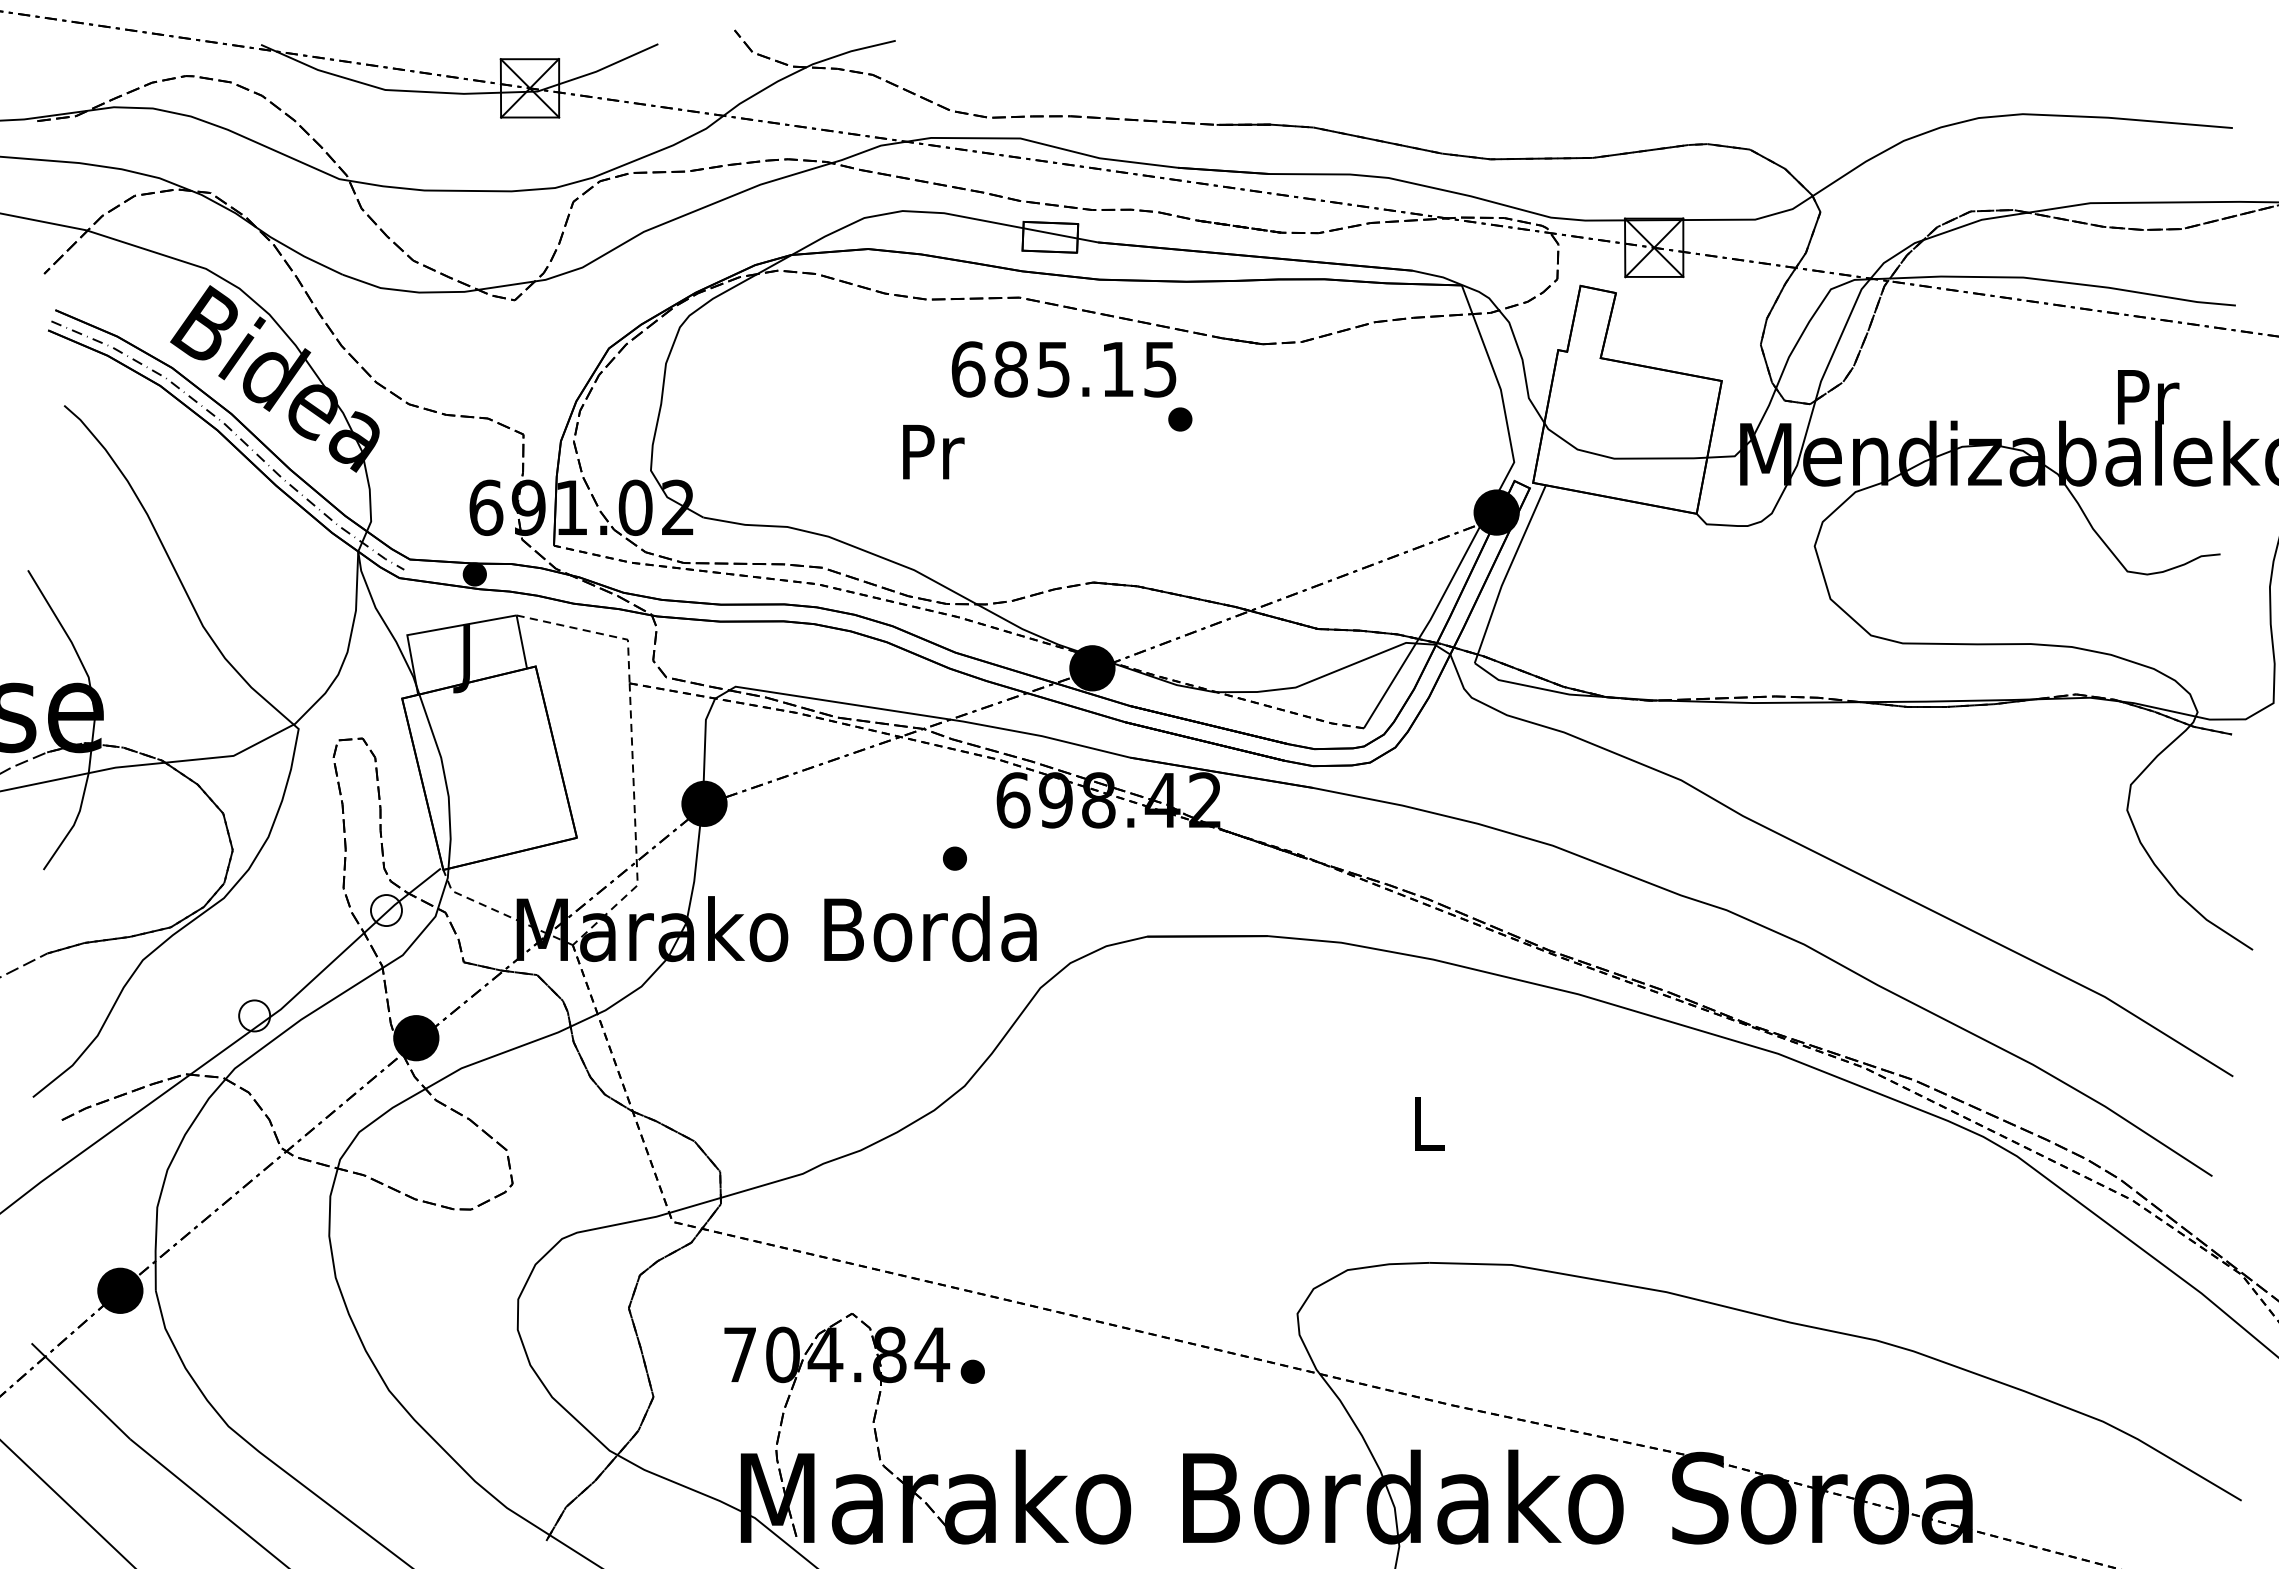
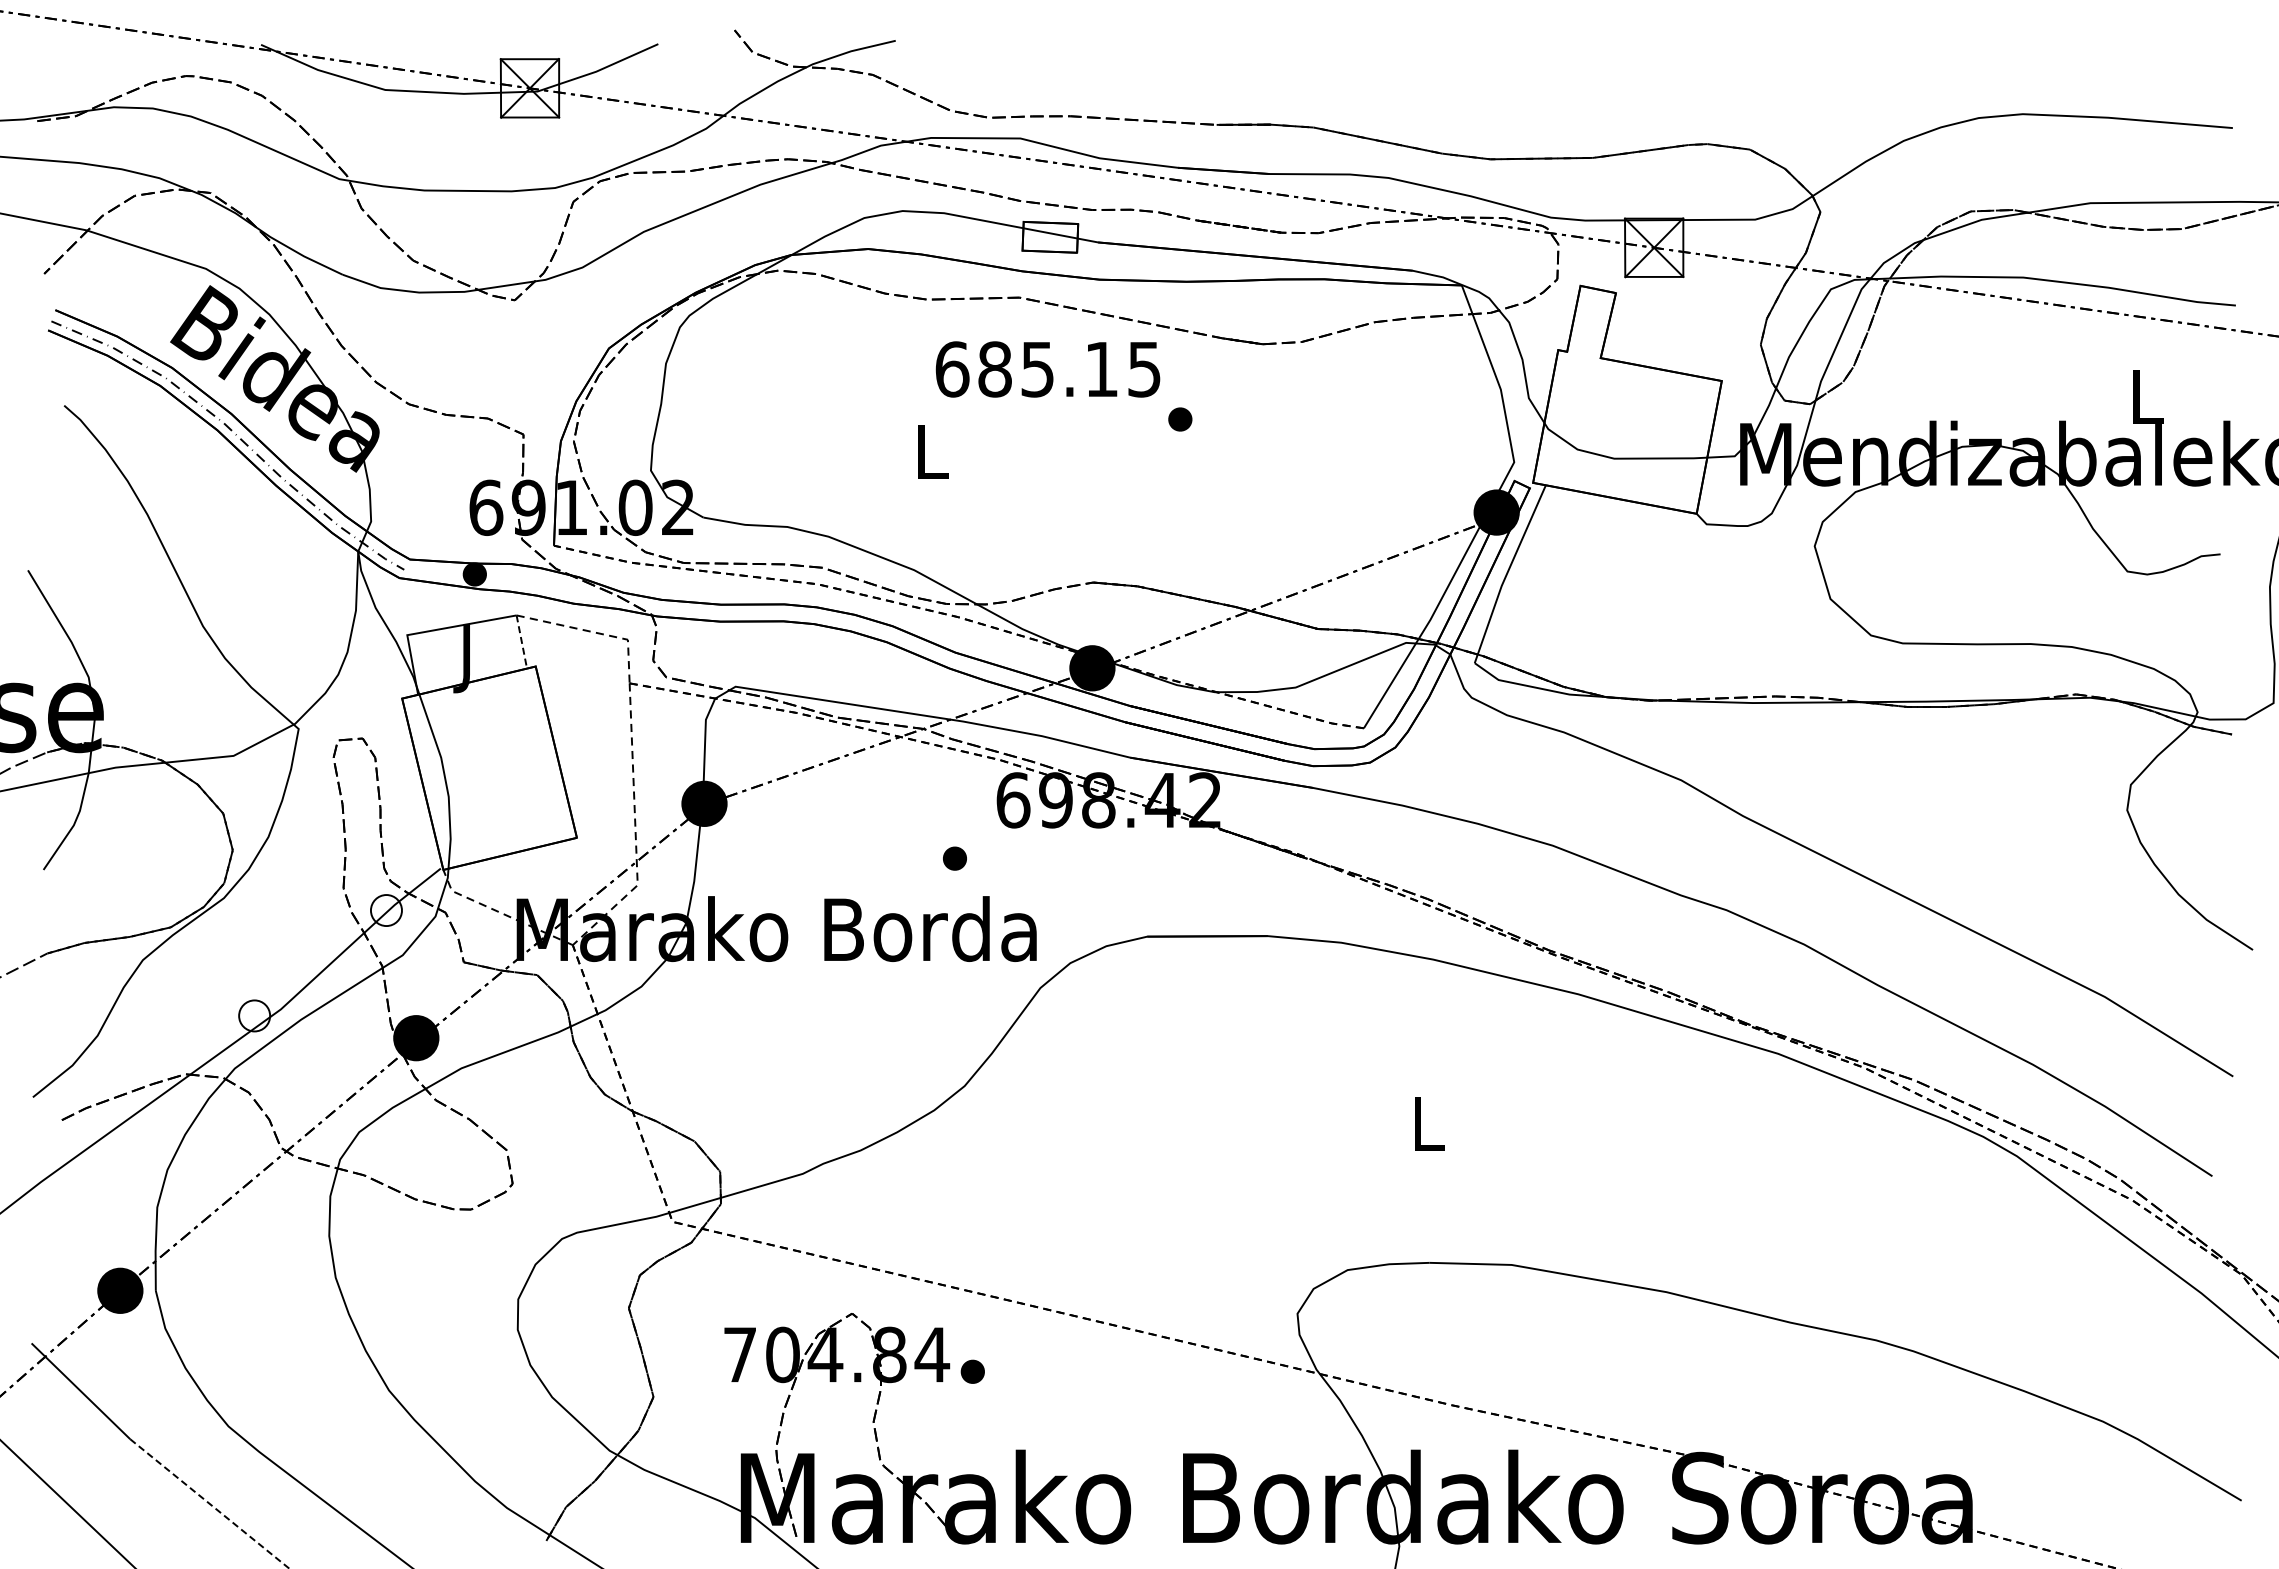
text at (1063, 369) position: (1063, 369) -> (1047, 369)
text at (2148, 397): Pr -> L
text at (933, 451): Pr -> L
line at (521, 642): solid -> dashed
line at (210, 1504): solid -> dashed
